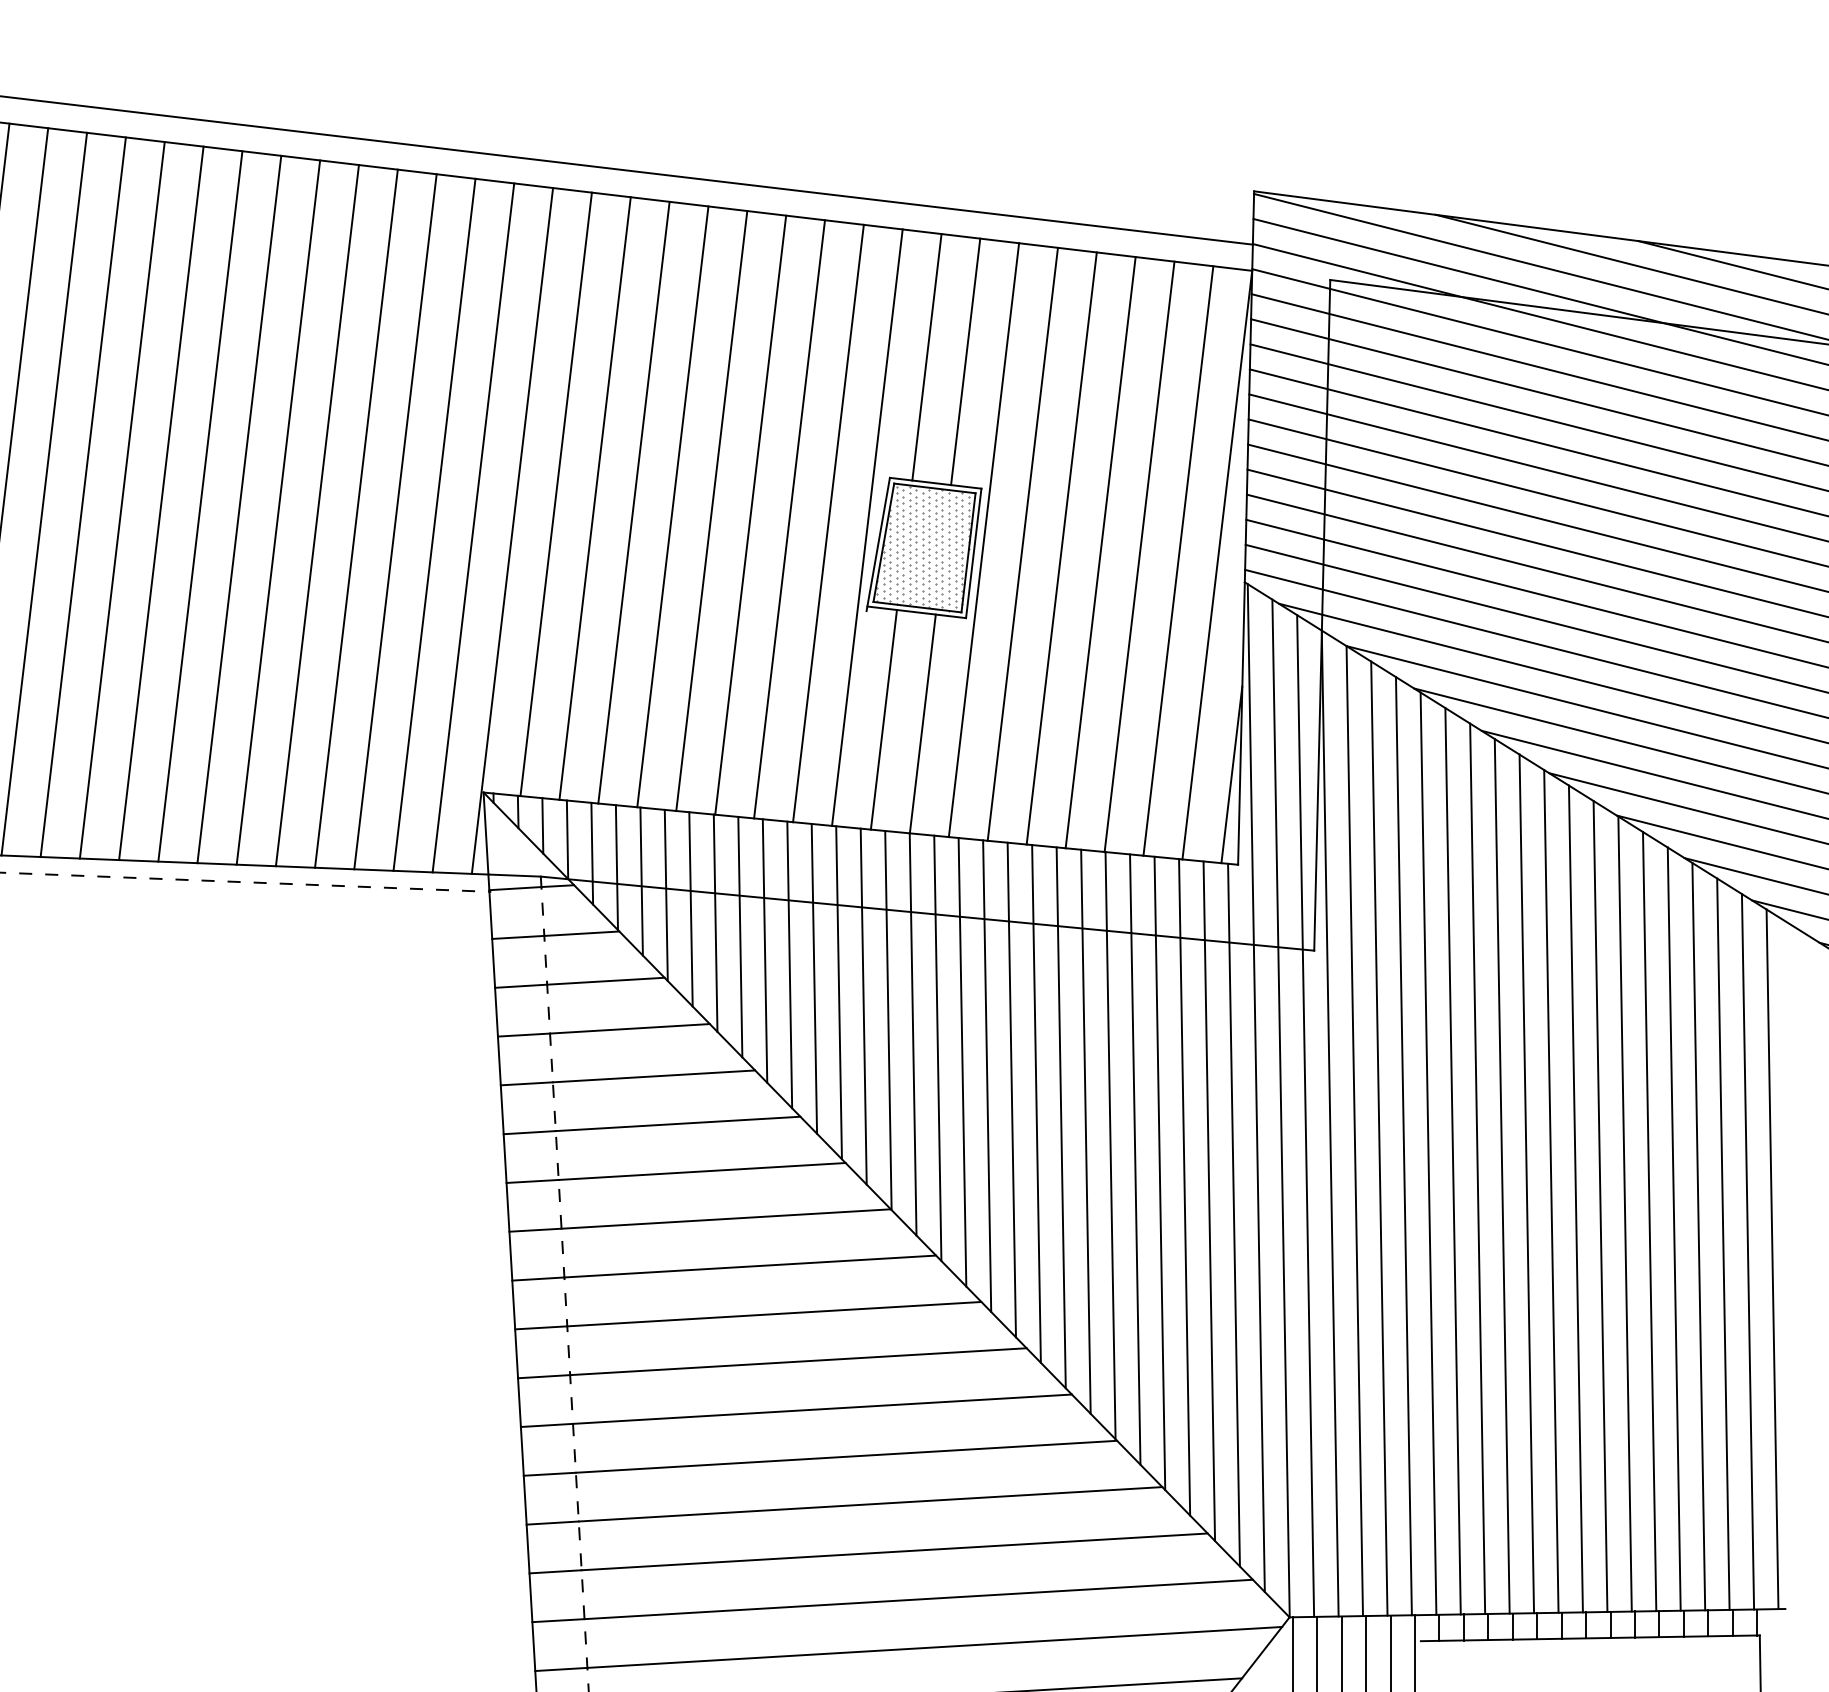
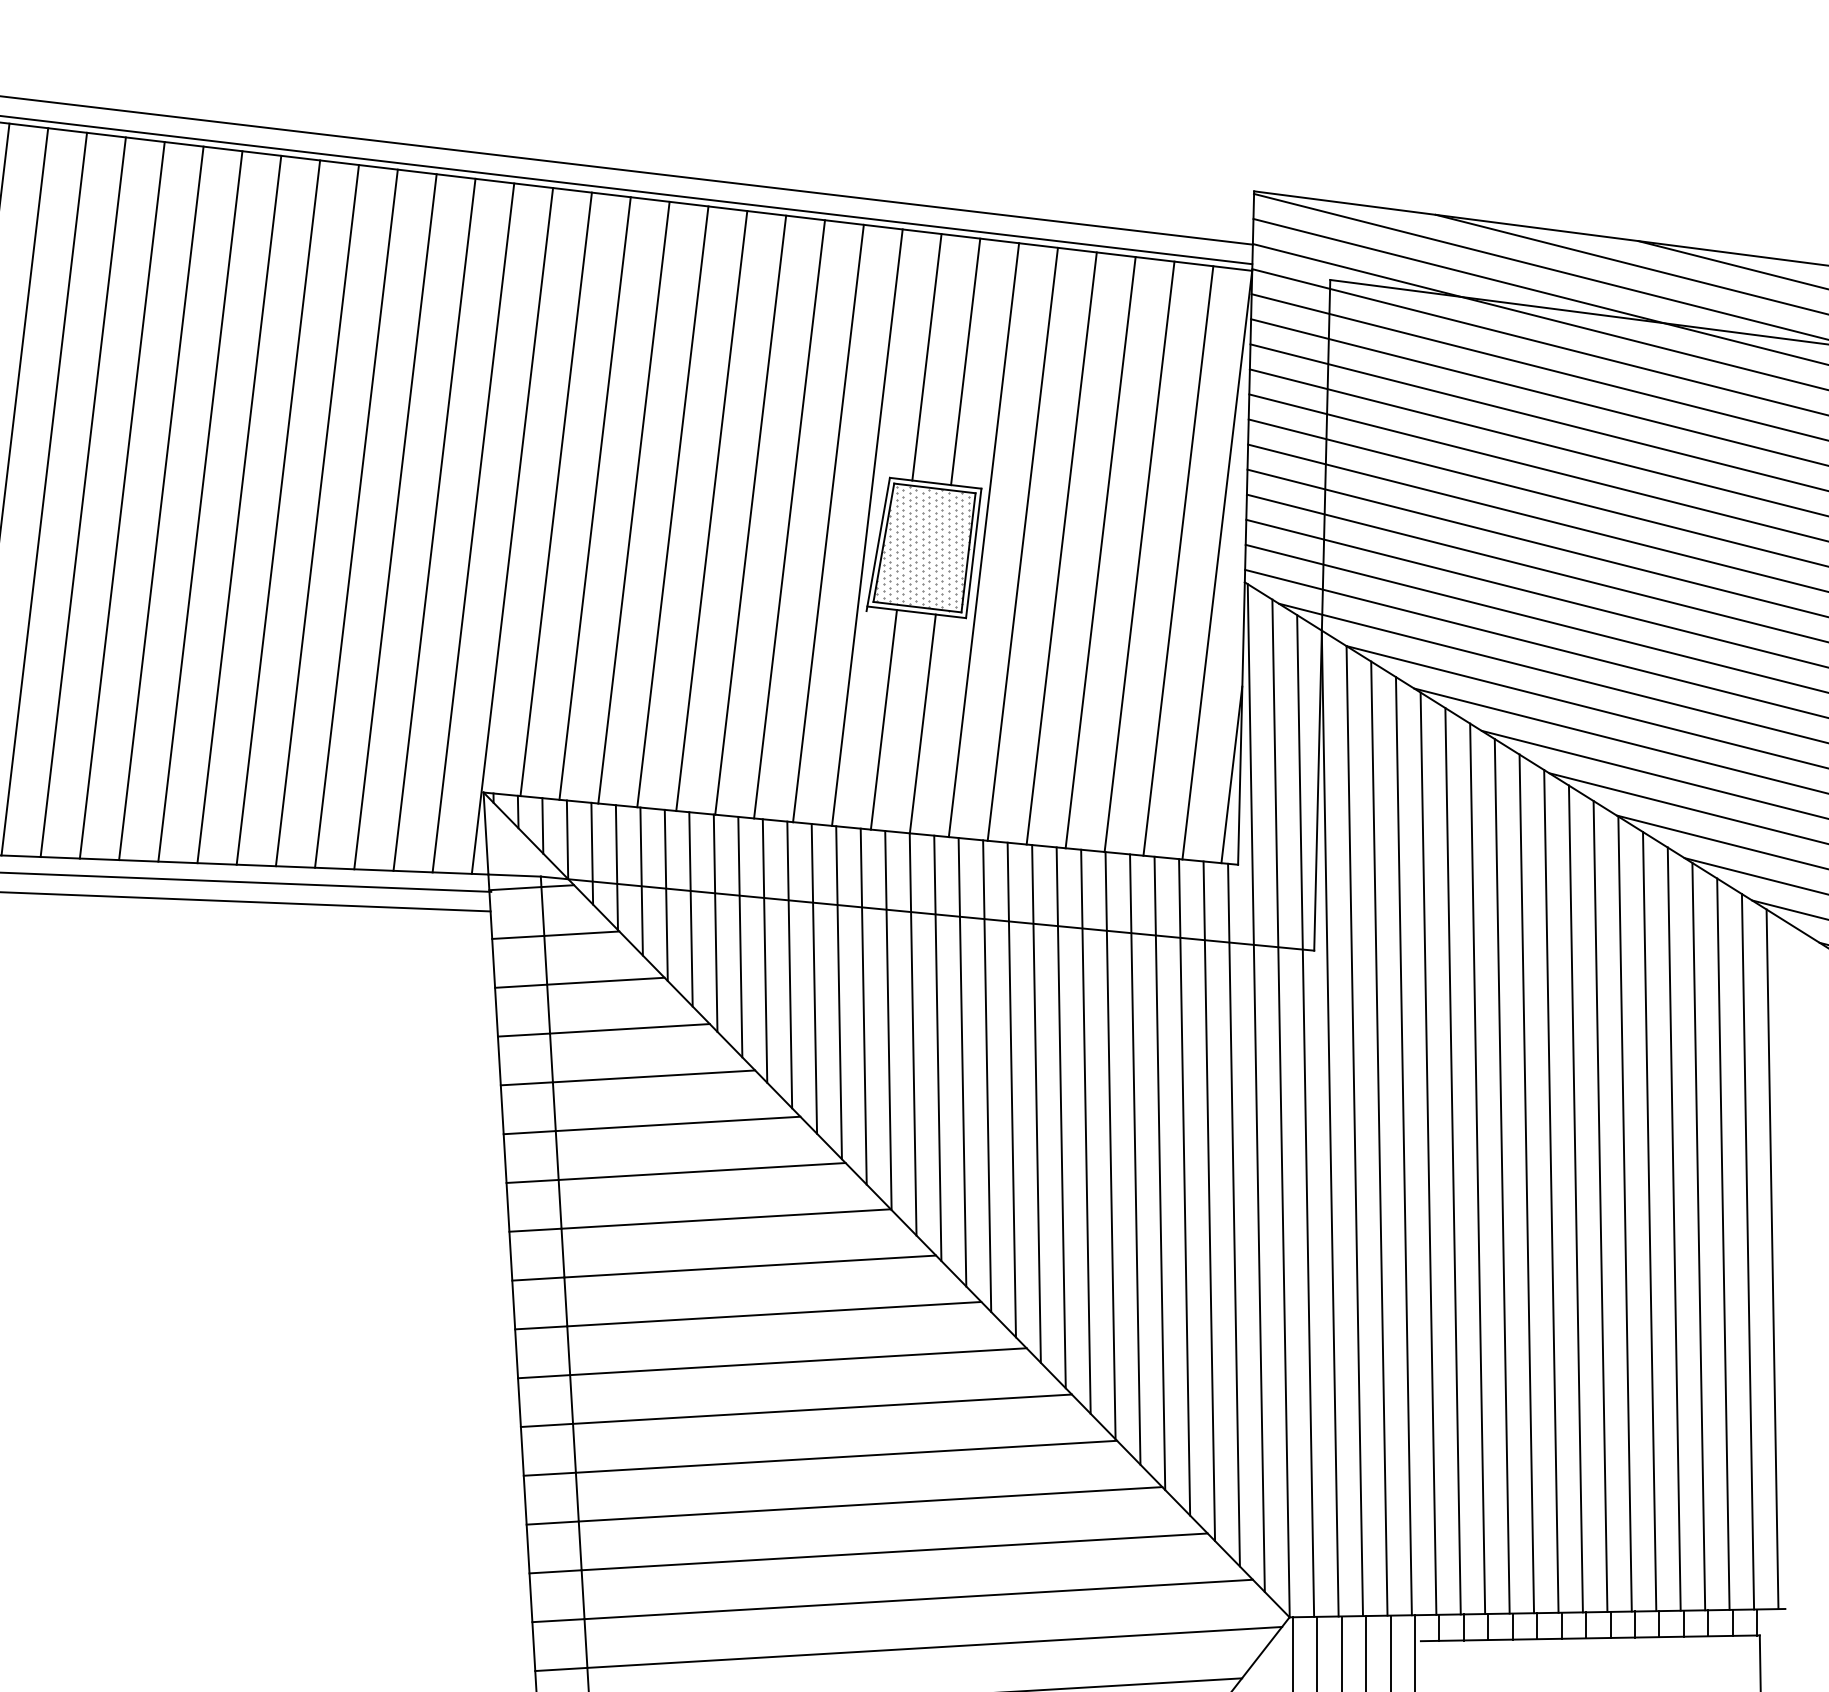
line at (627, 190): none -> present
line at (246, 882): dashed -> solid
line at (246, 901): none -> present
line at (564, 1283): dashed -> solid
